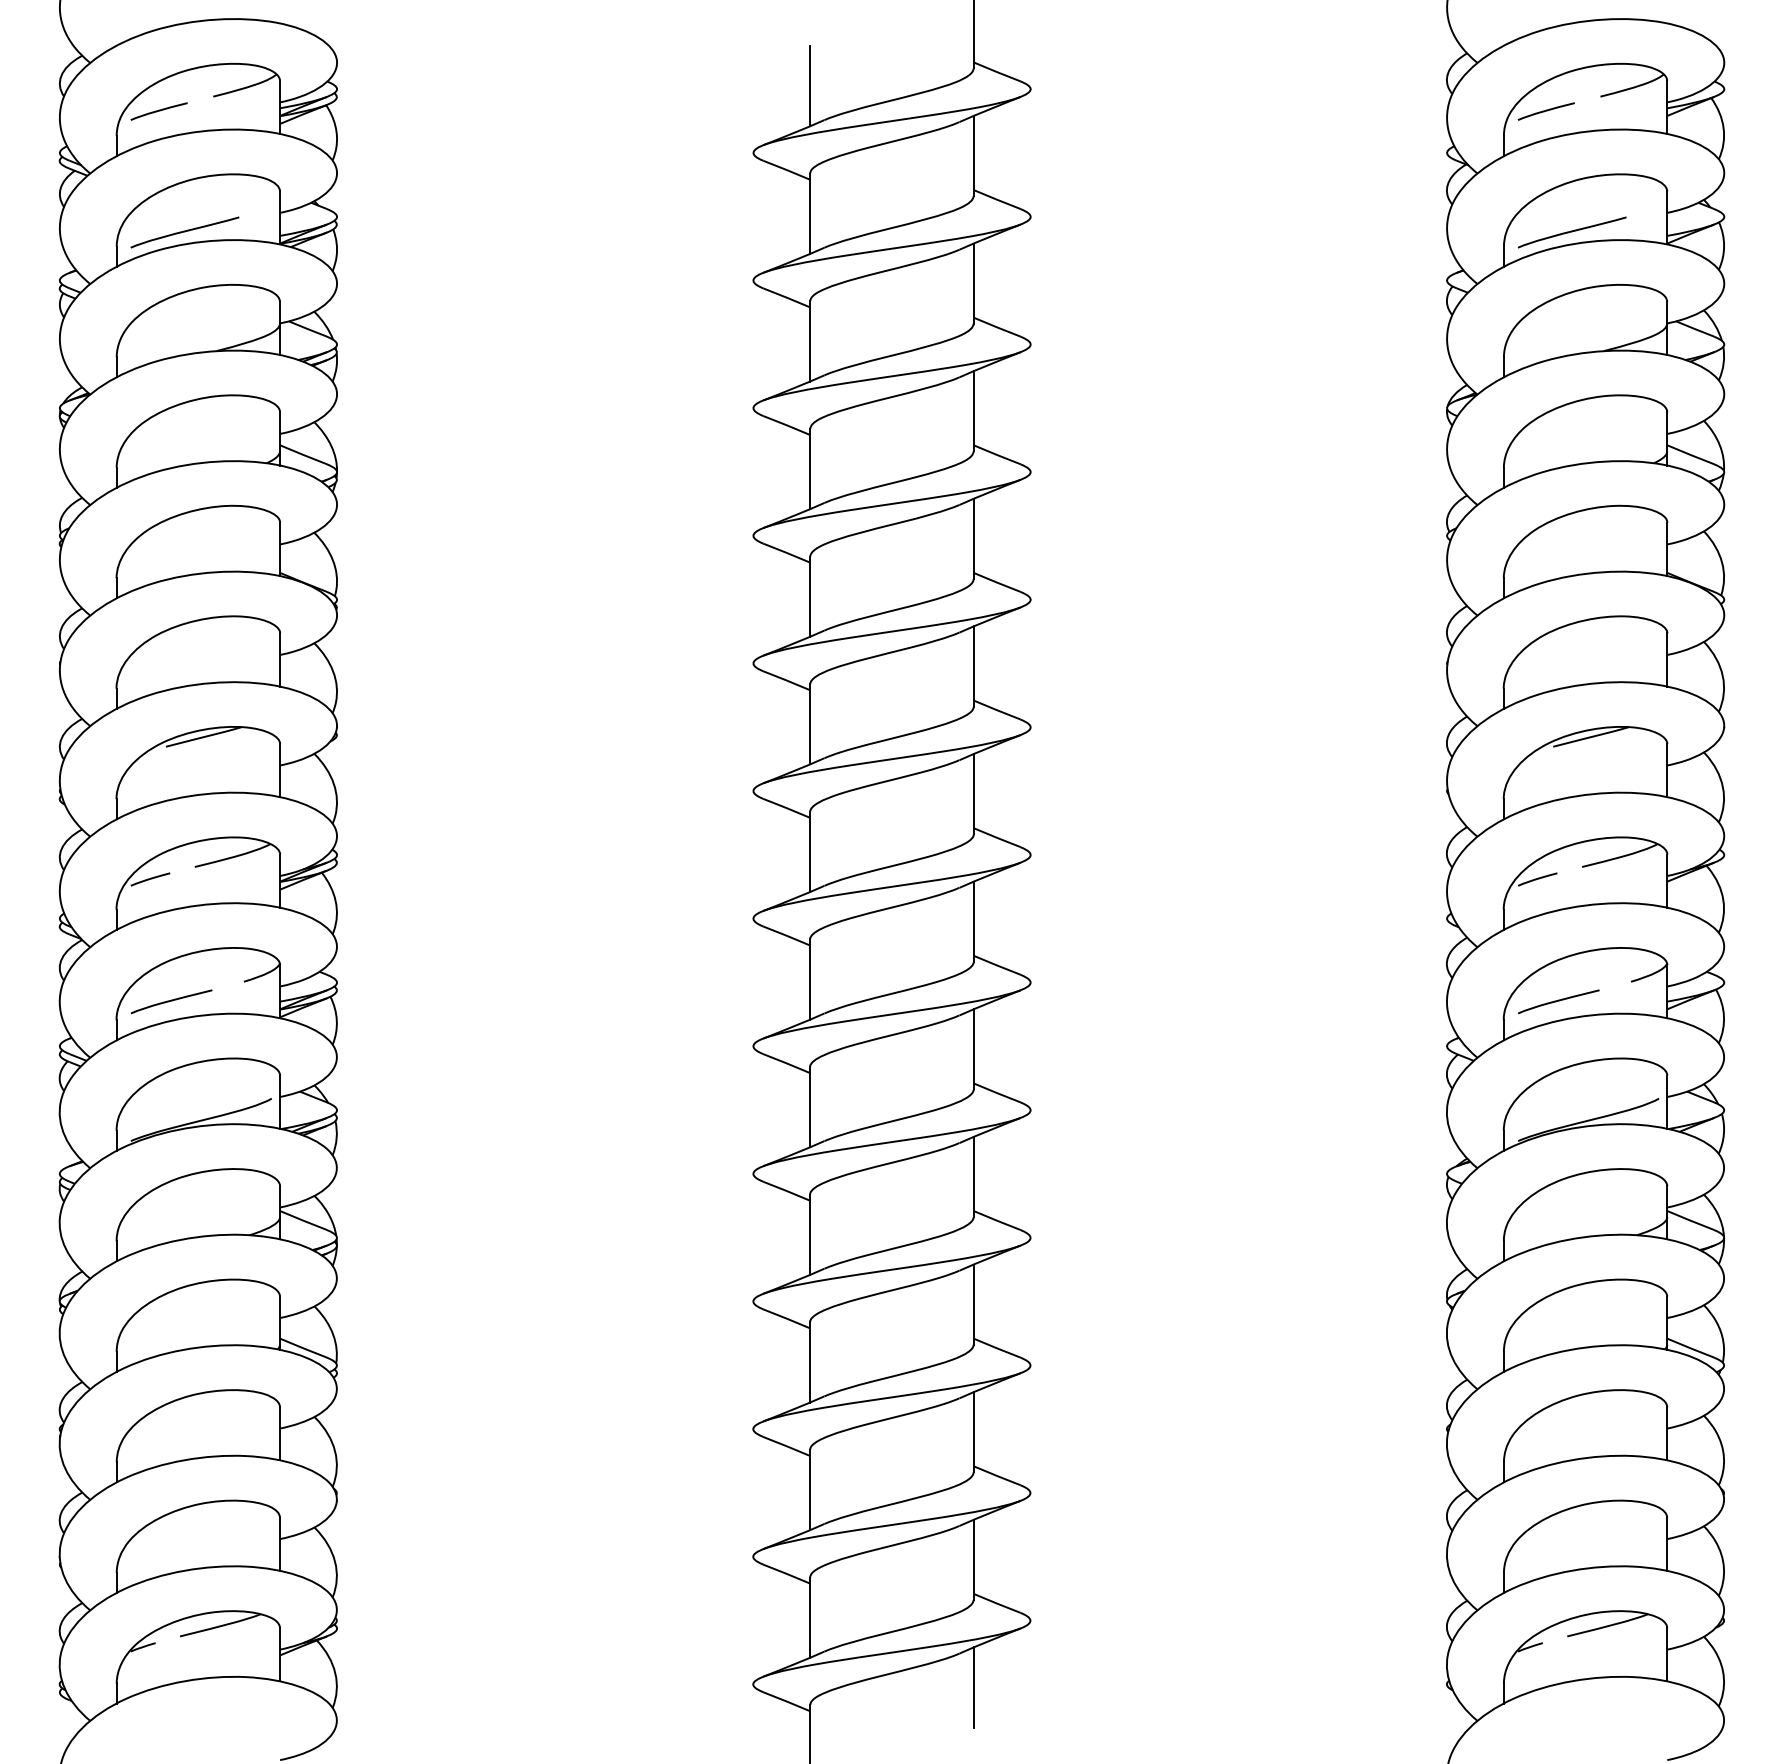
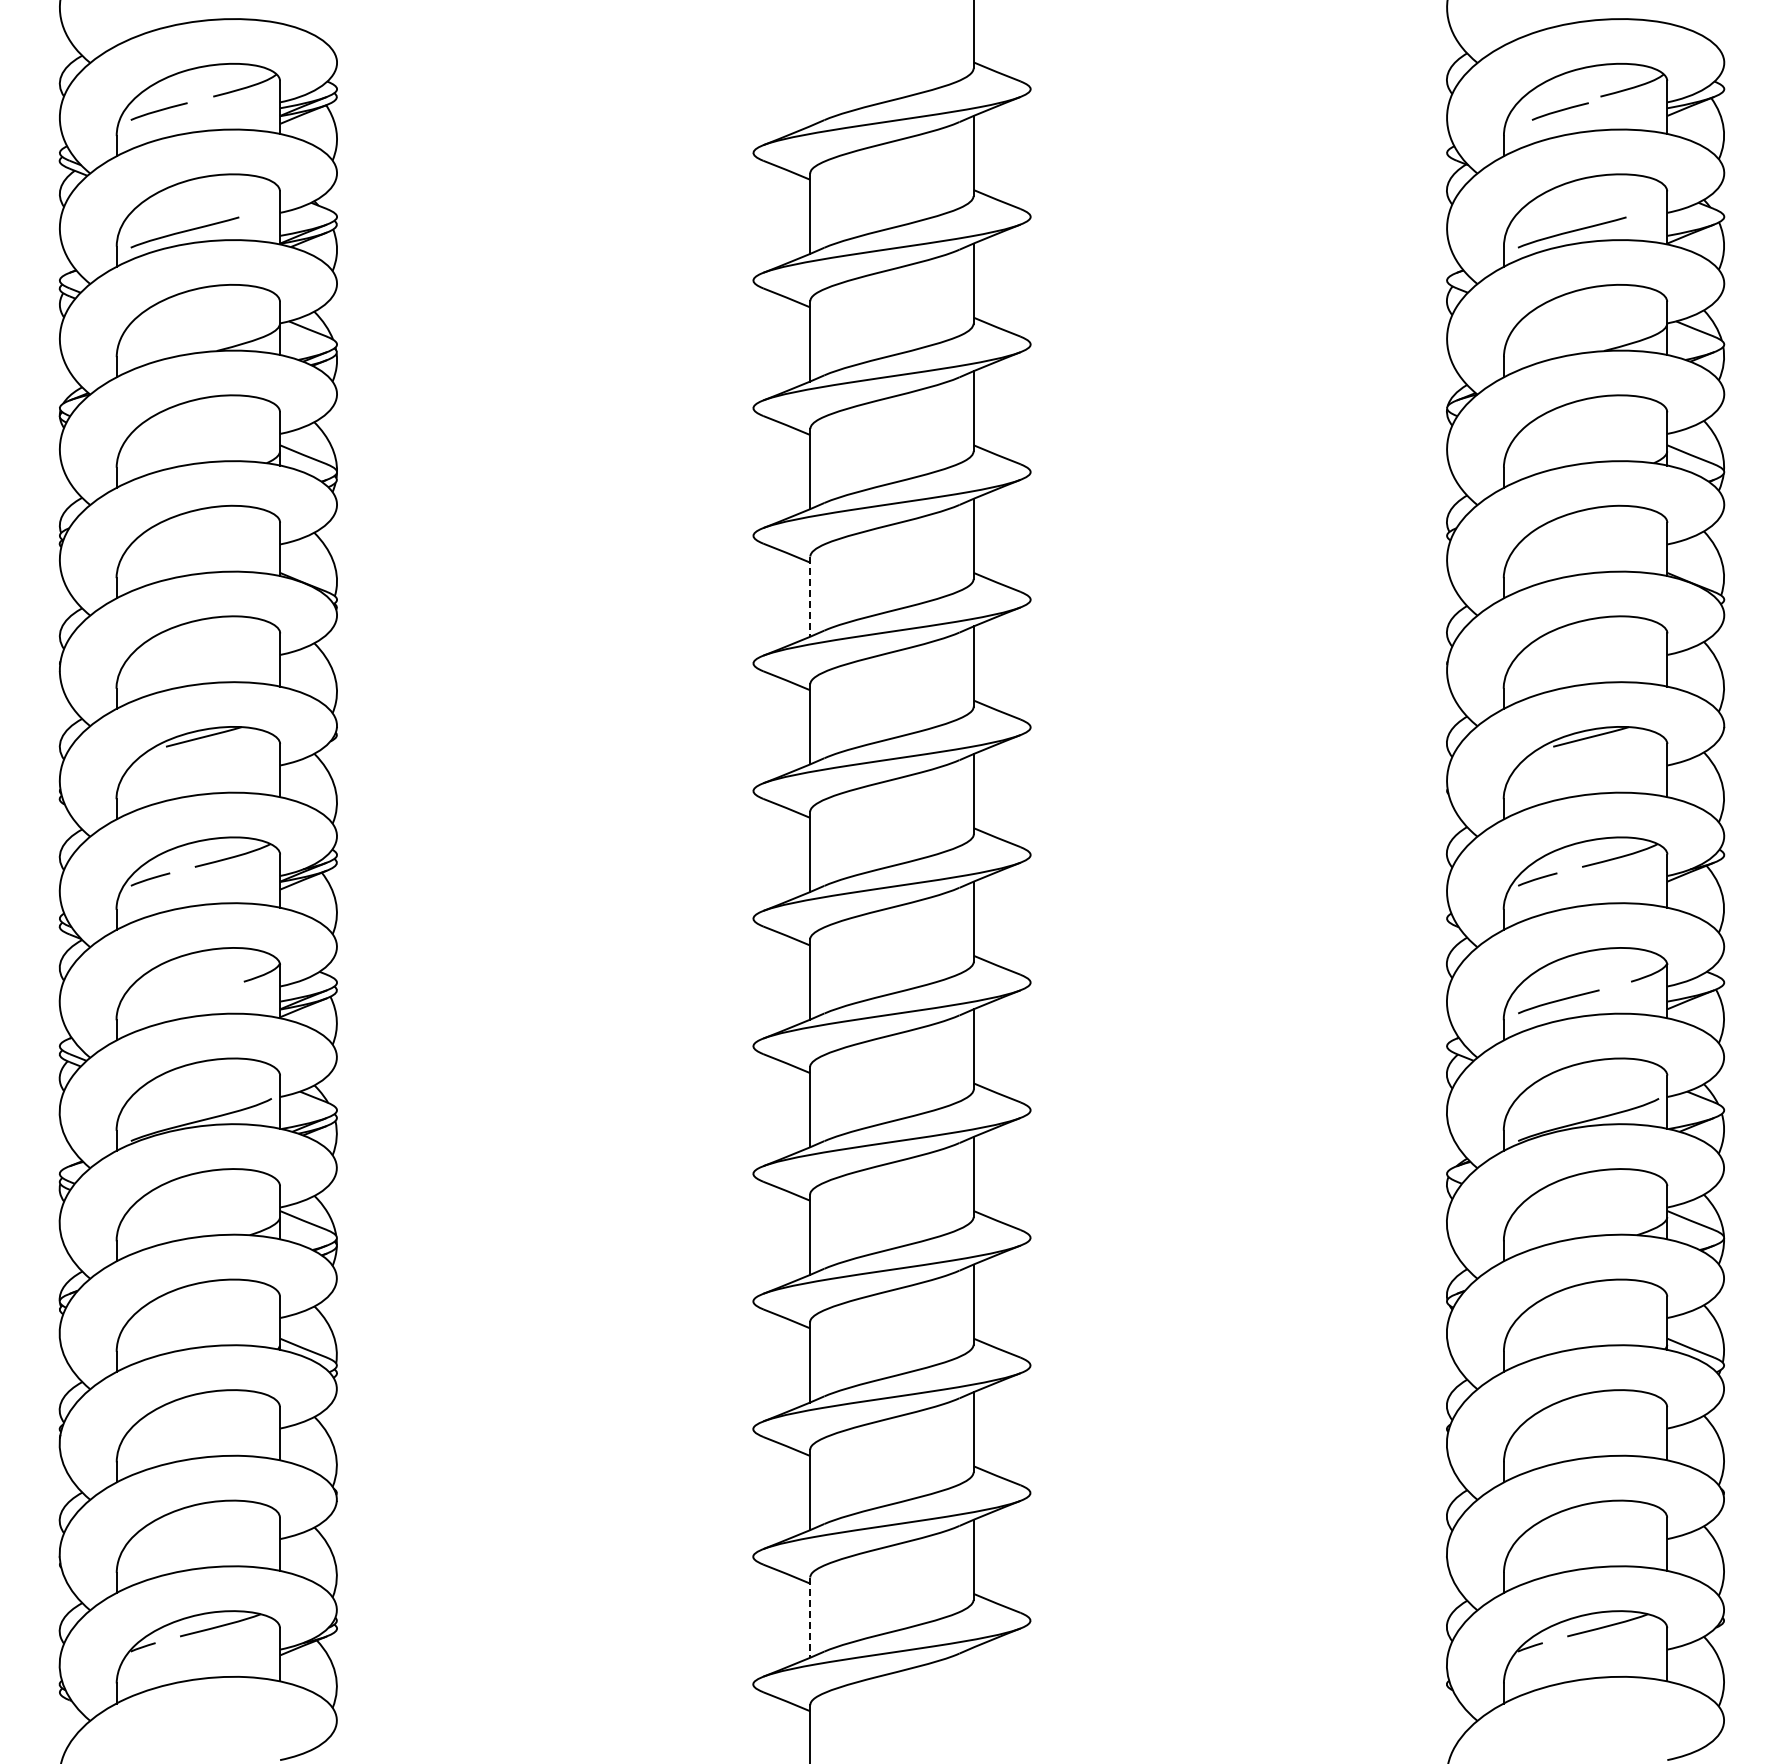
line at (810, 86): present -> none
curve at (1545, 111) position: (1545, 111) -> (1559, 111)
line at (810, 597): solid -> dashed
curve at (171, 1001): present -> none
line at (810, 1618): solid -> dashed
line at (973, 1687): present -> none
